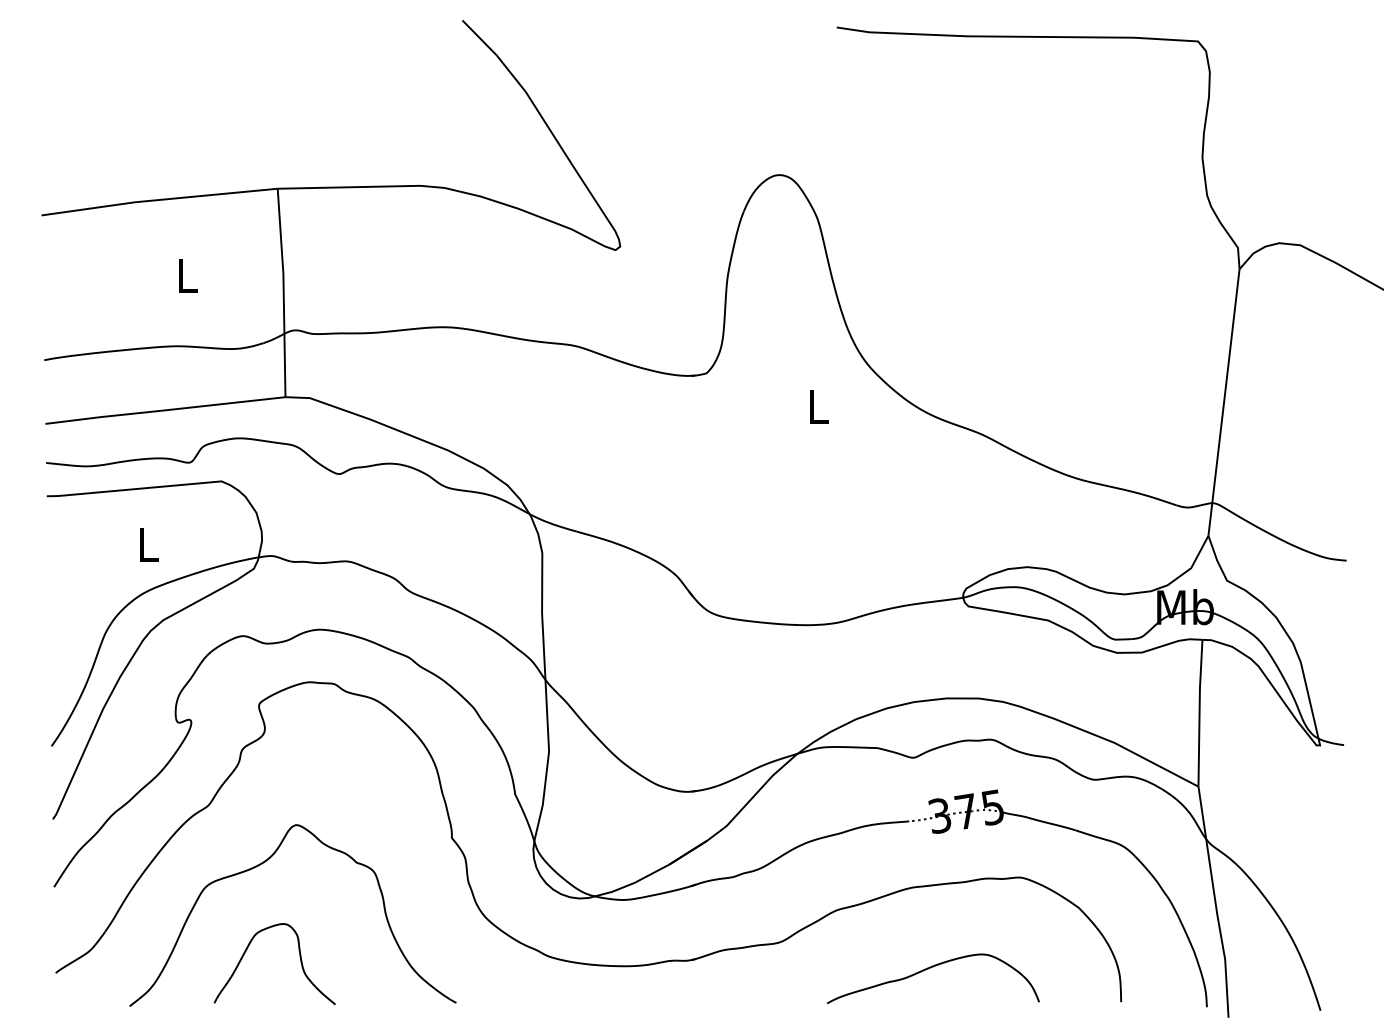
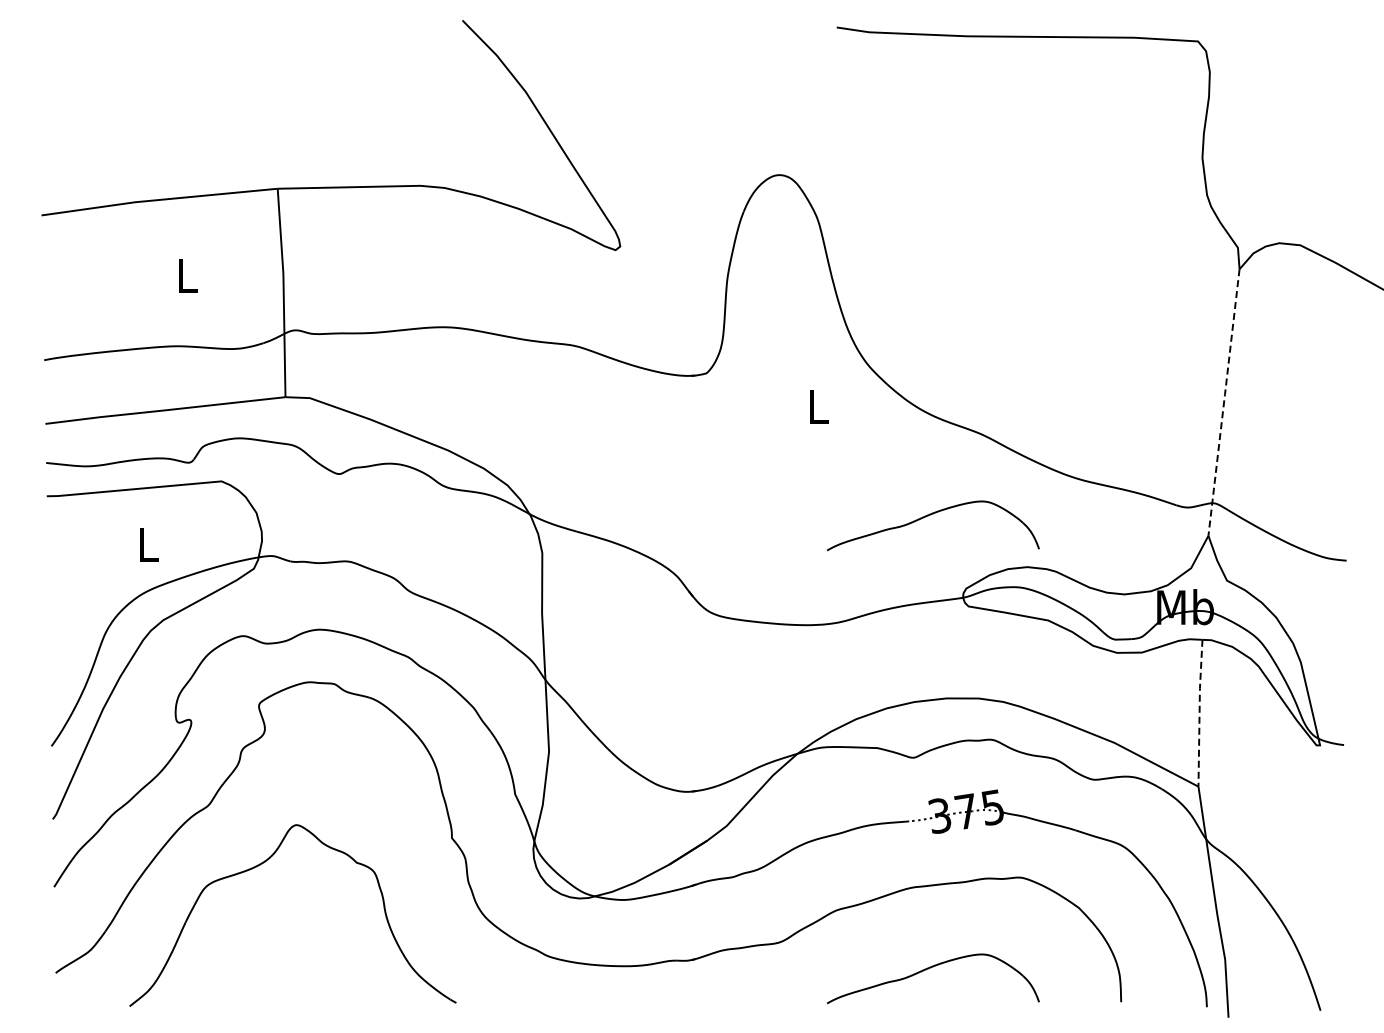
line at (1224, 402): solid -> dashed
part at (928, 516): none -> present
line at (1199, 713): solid -> dashed
curve at (299, 957): present -> none
